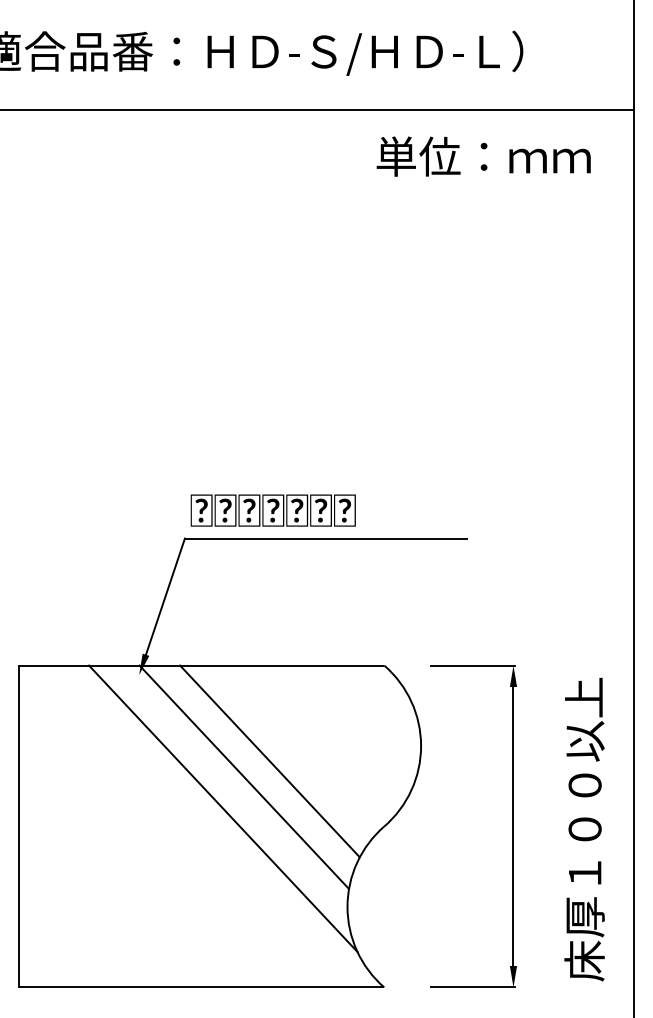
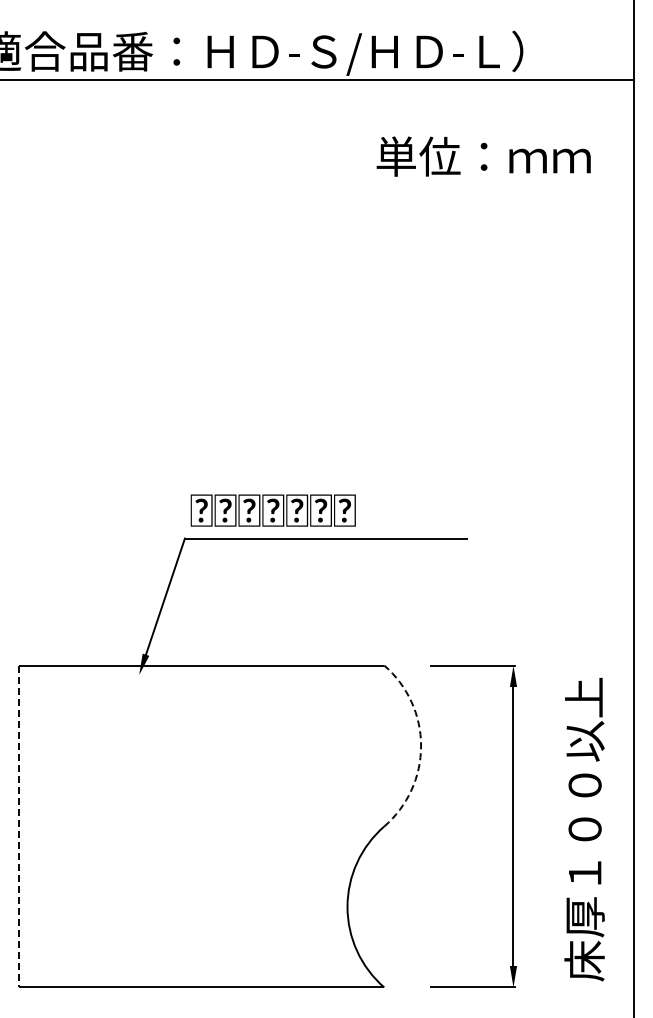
line at (317, 109) position: (317, 109) -> (317, 79)
arc at (421, 746): solid -> dashed
line at (269, 761): present -> none
line at (244, 777): present -> none
line at (223, 808): present -> none
line at (19, 826): solid -> dashed
